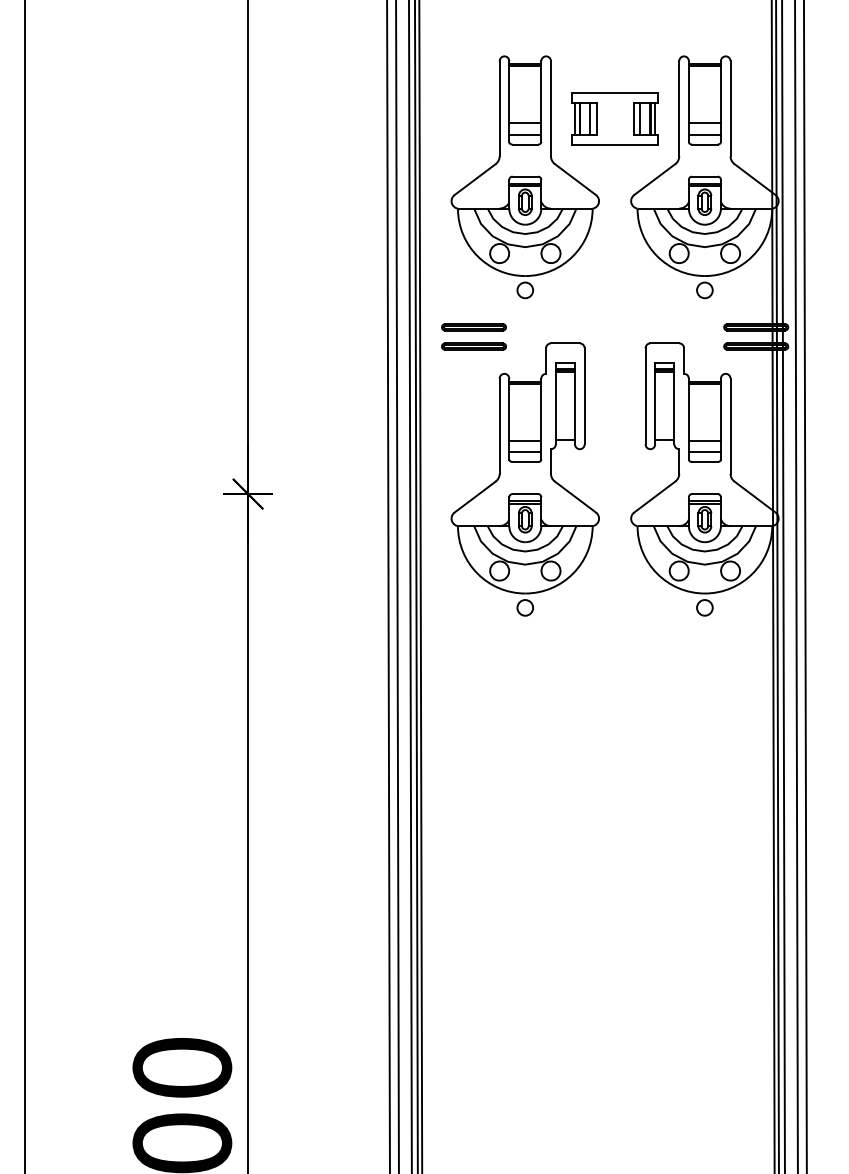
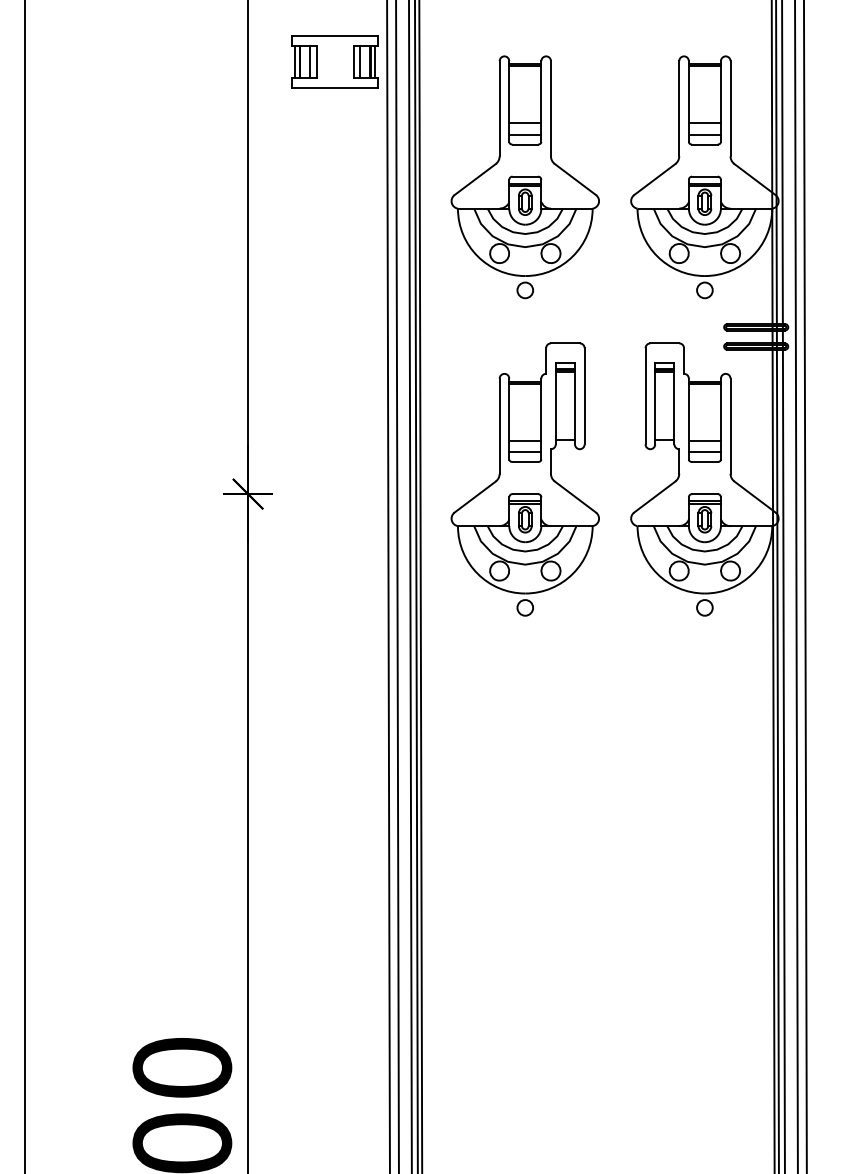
part at (614, 118) position: (614, 118) -> (334, 61)
part at (473, 327): present -> none
part at (473, 346): present -> none
